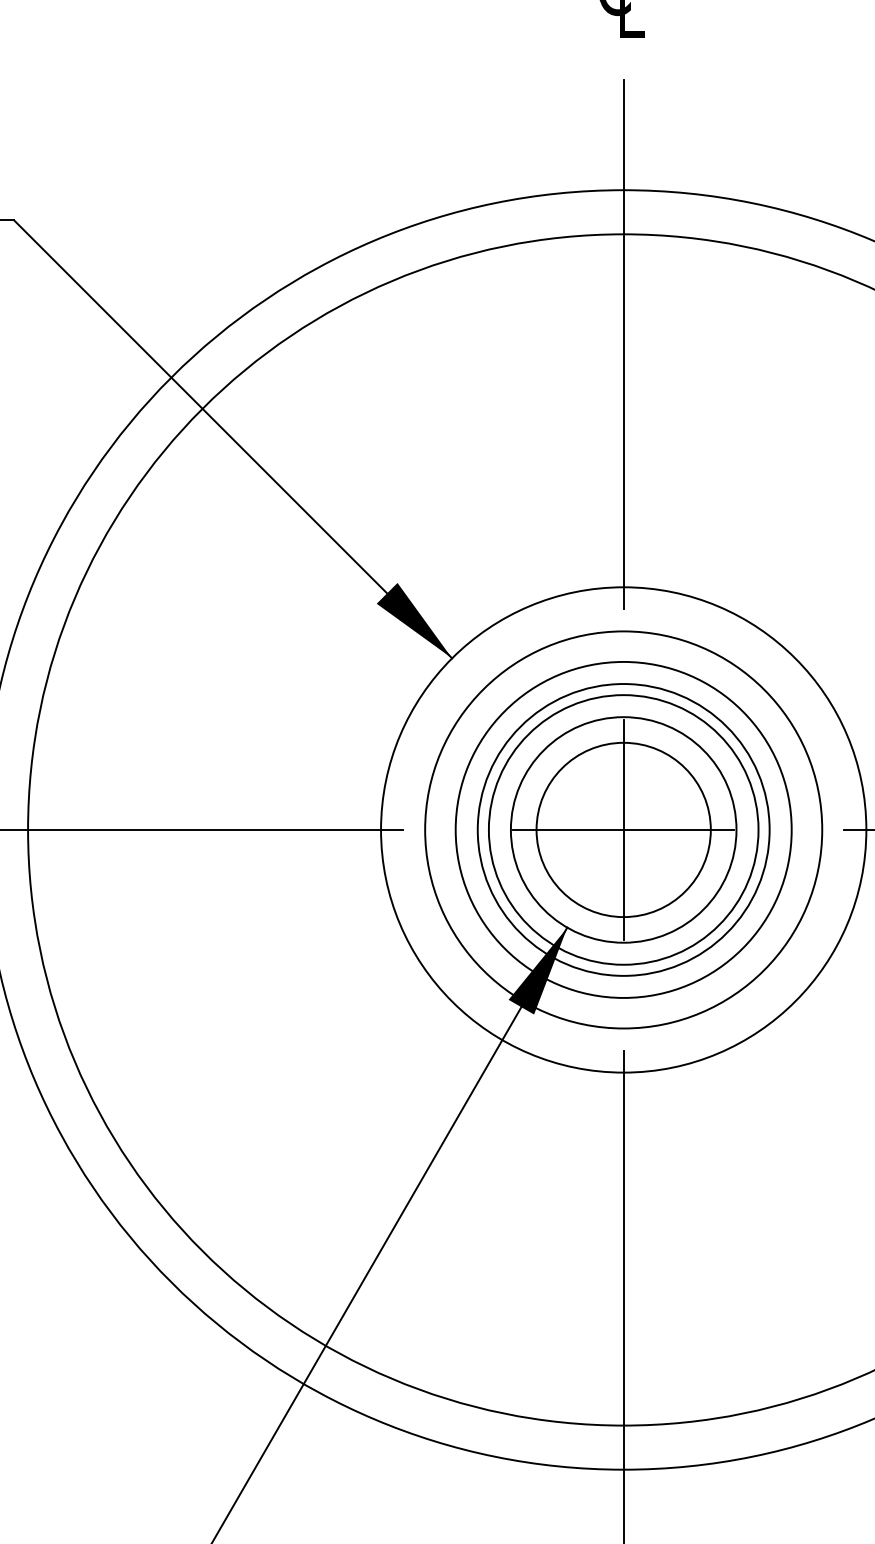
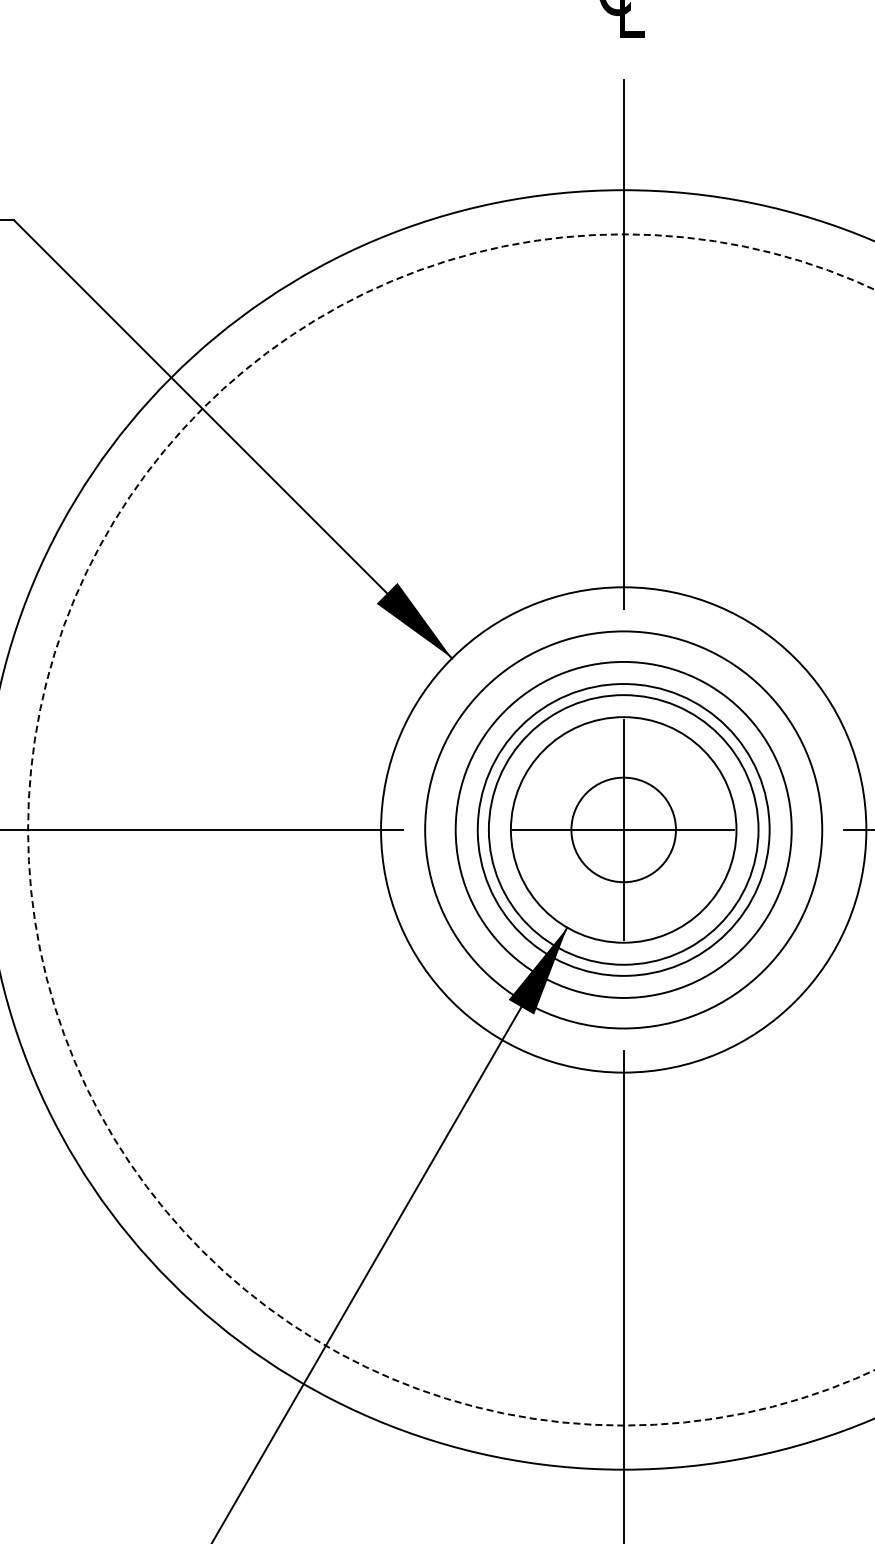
circle at (451, 829): solid -> dashed
circle at (623, 829) diameter: 174 px -> 105 px
